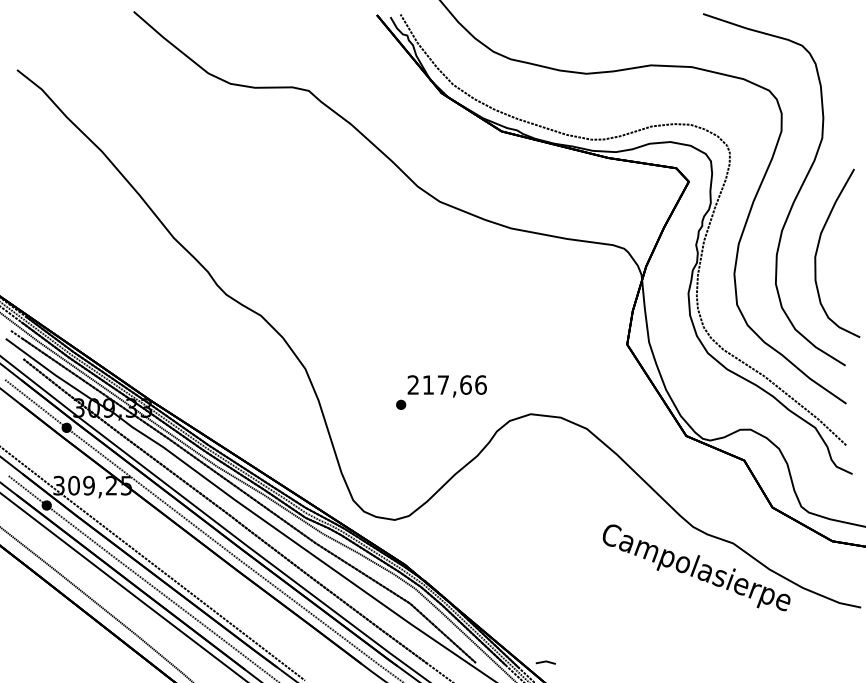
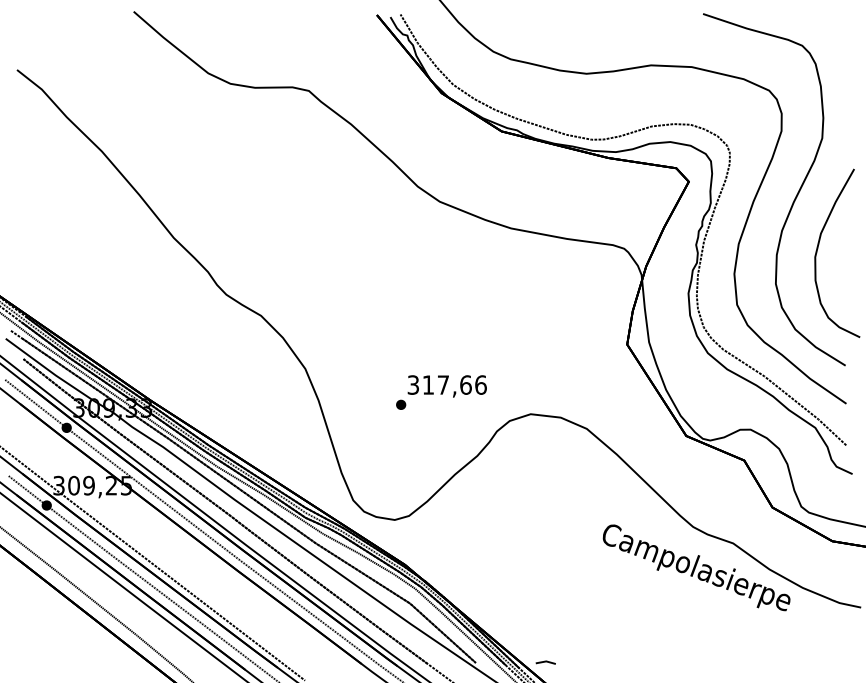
text at (412, 384): 217,66 -> 317,66
